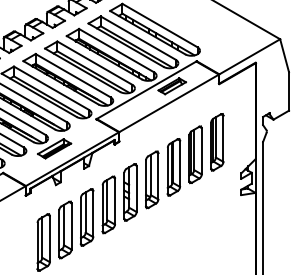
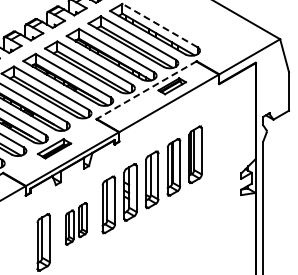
line at (159, 25): solid -> dashed
line at (146, 90): solid -> dashed
part at (217, 142): present -> none
part at (76, 223) size: 37x72 px -> 23x44 px
